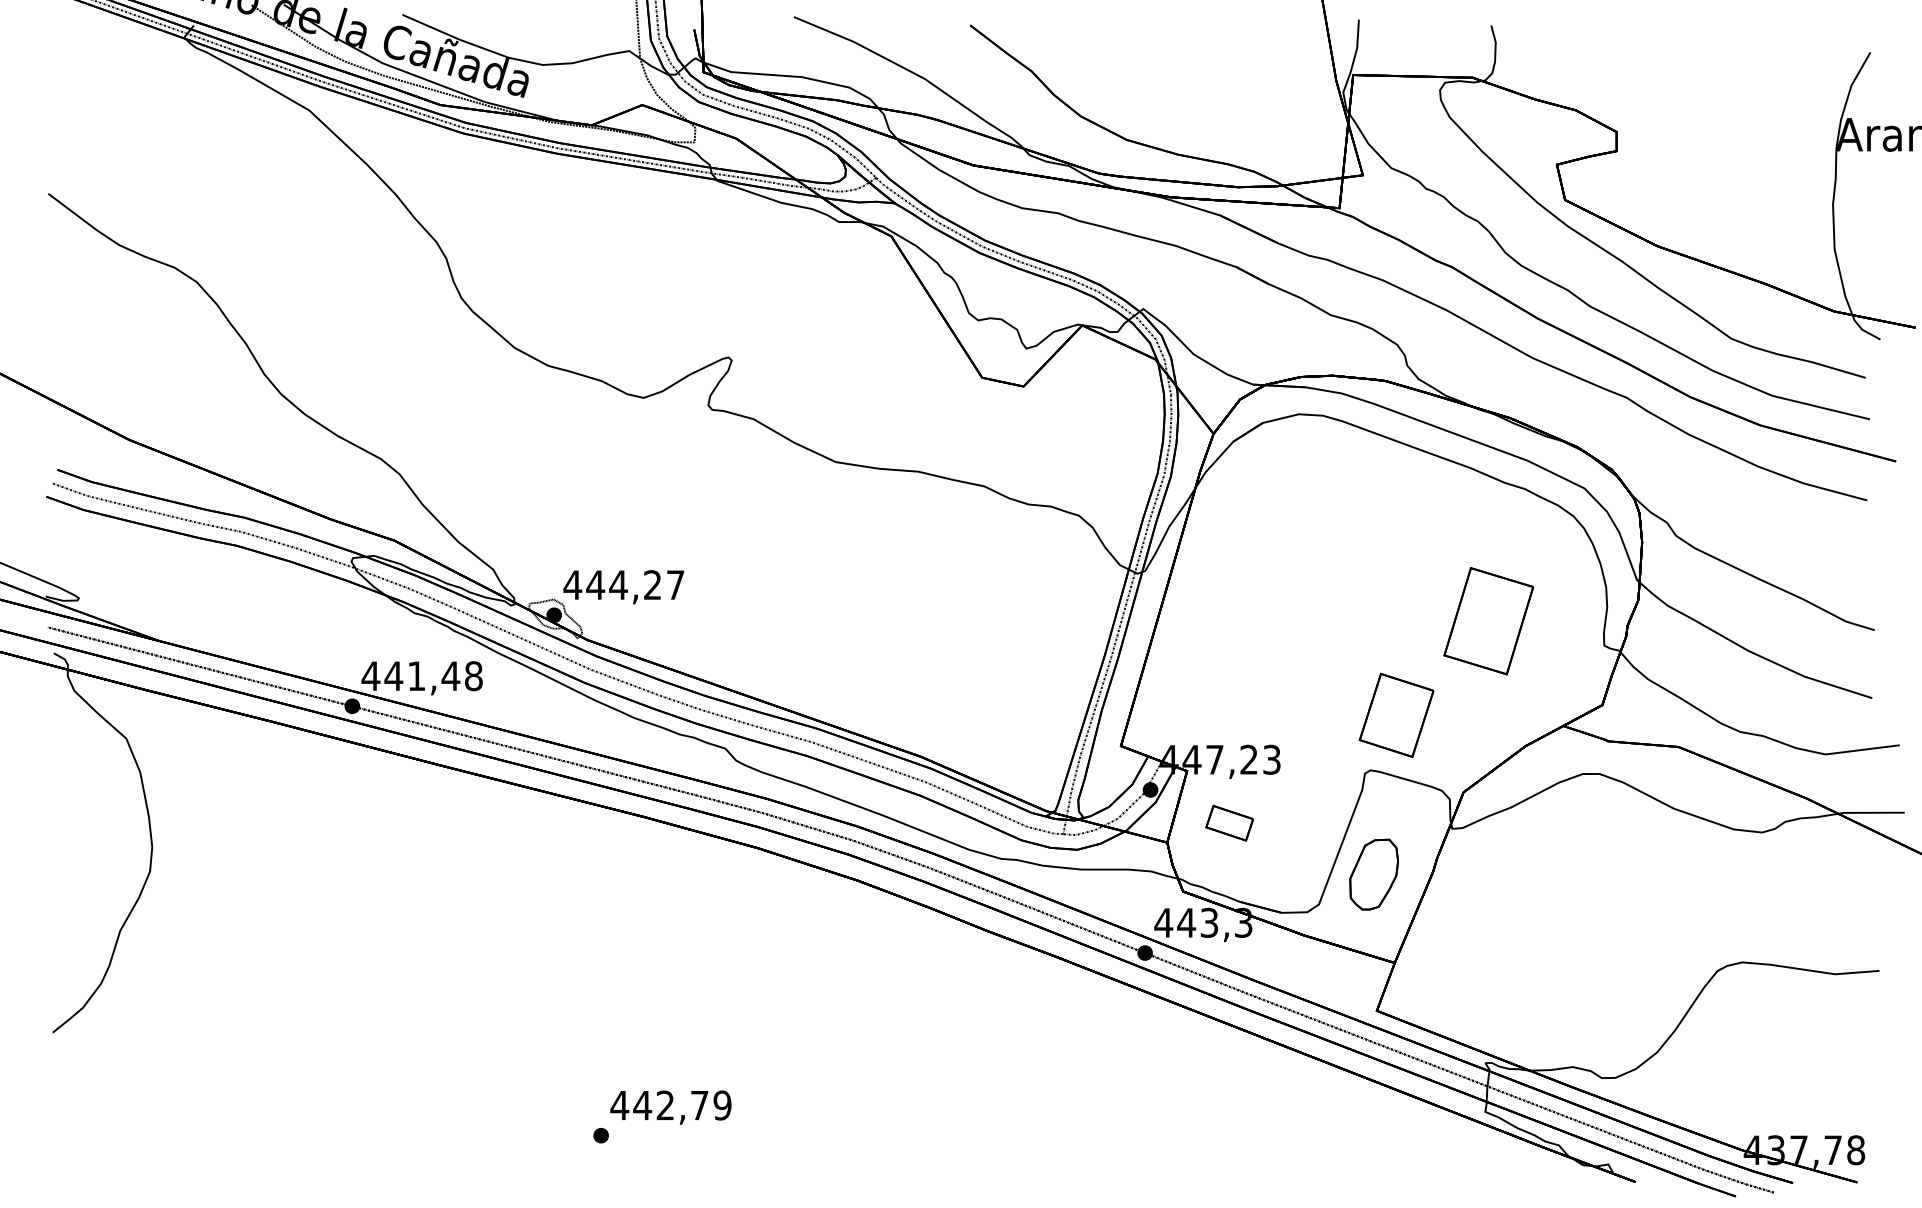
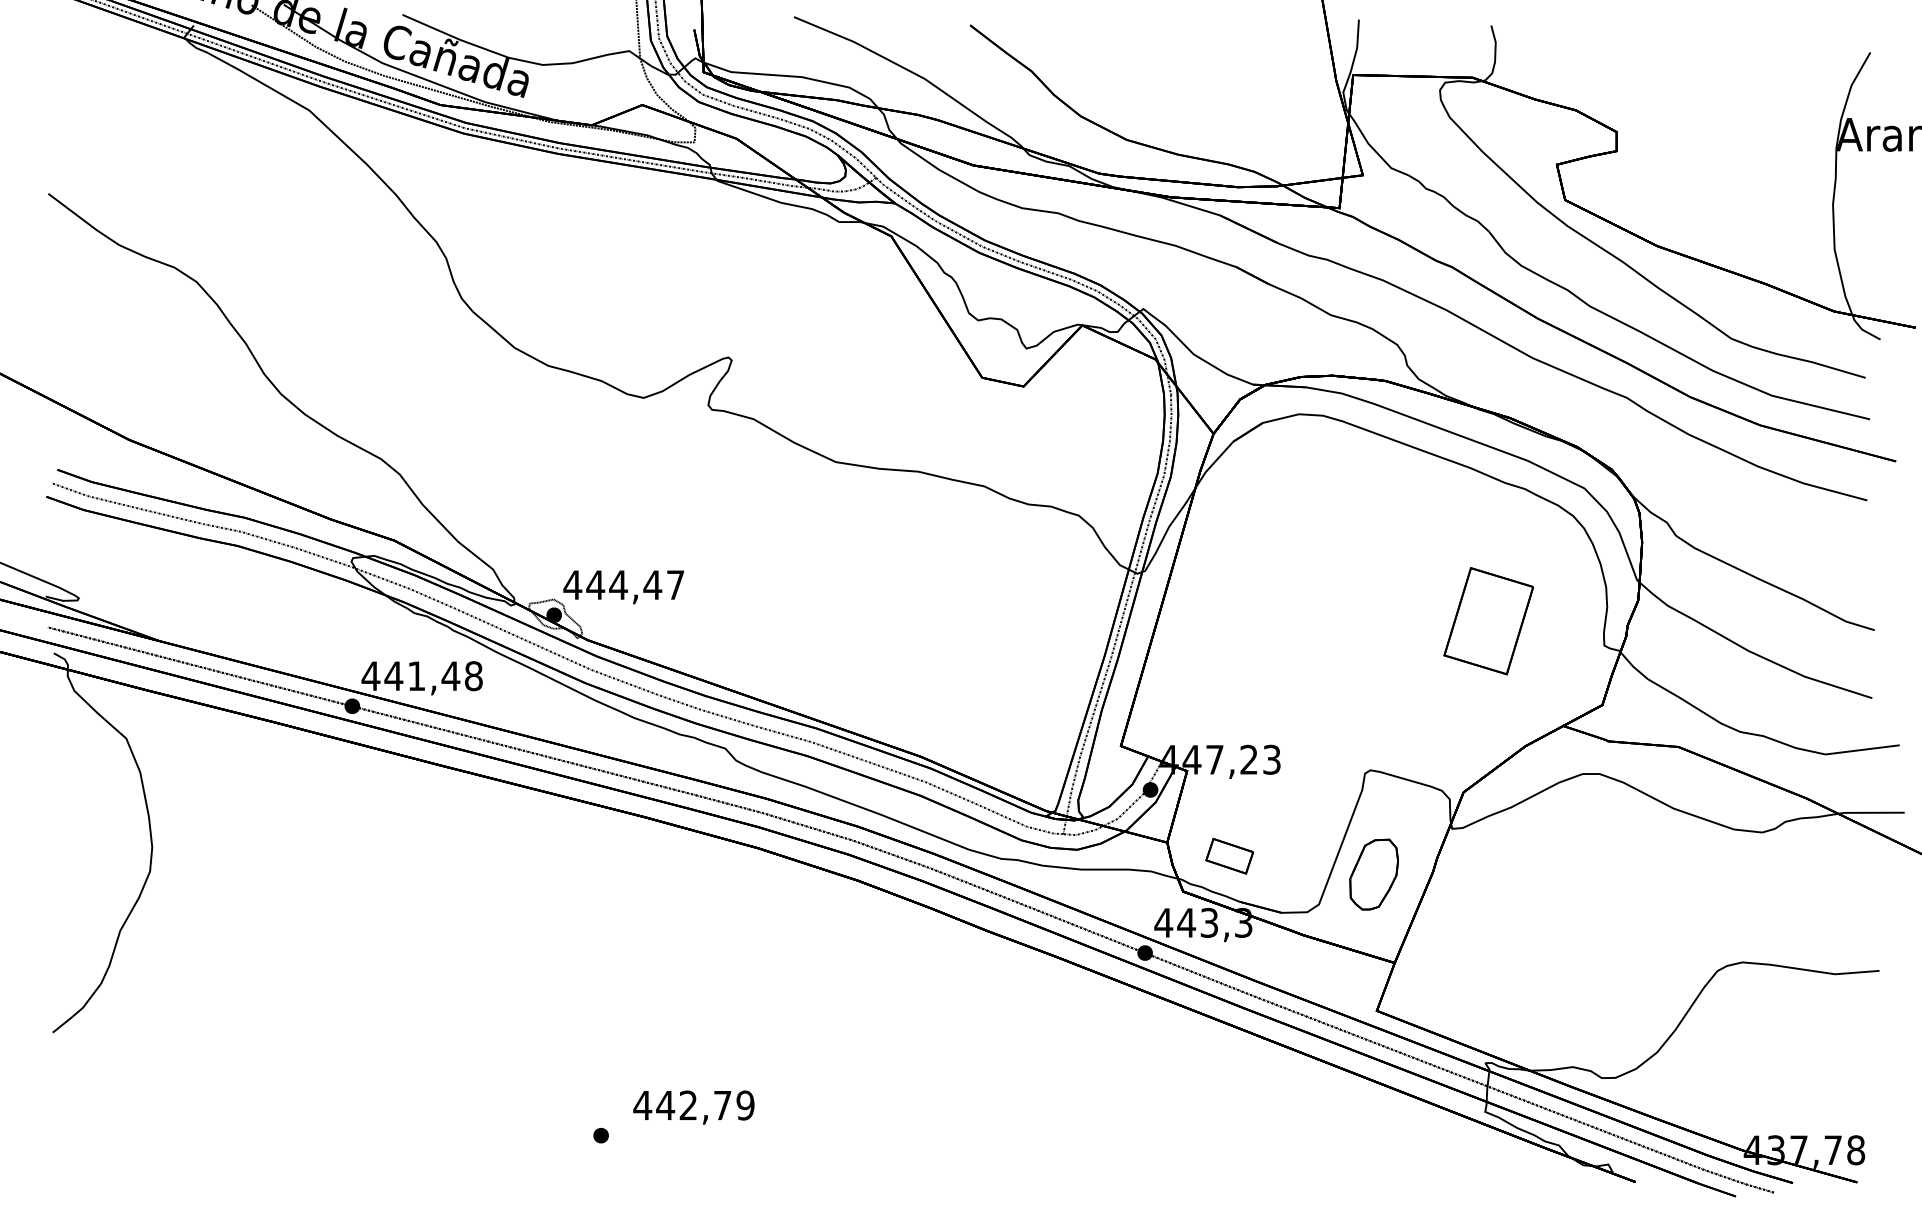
text at (652, 584): 444,27 -> 444,47
part at (1396, 714): present -> none
part at (1229, 822) position: (1229, 822) -> (1229, 855)
text at (670, 1107) position: (670, 1107) -> (693, 1107)
